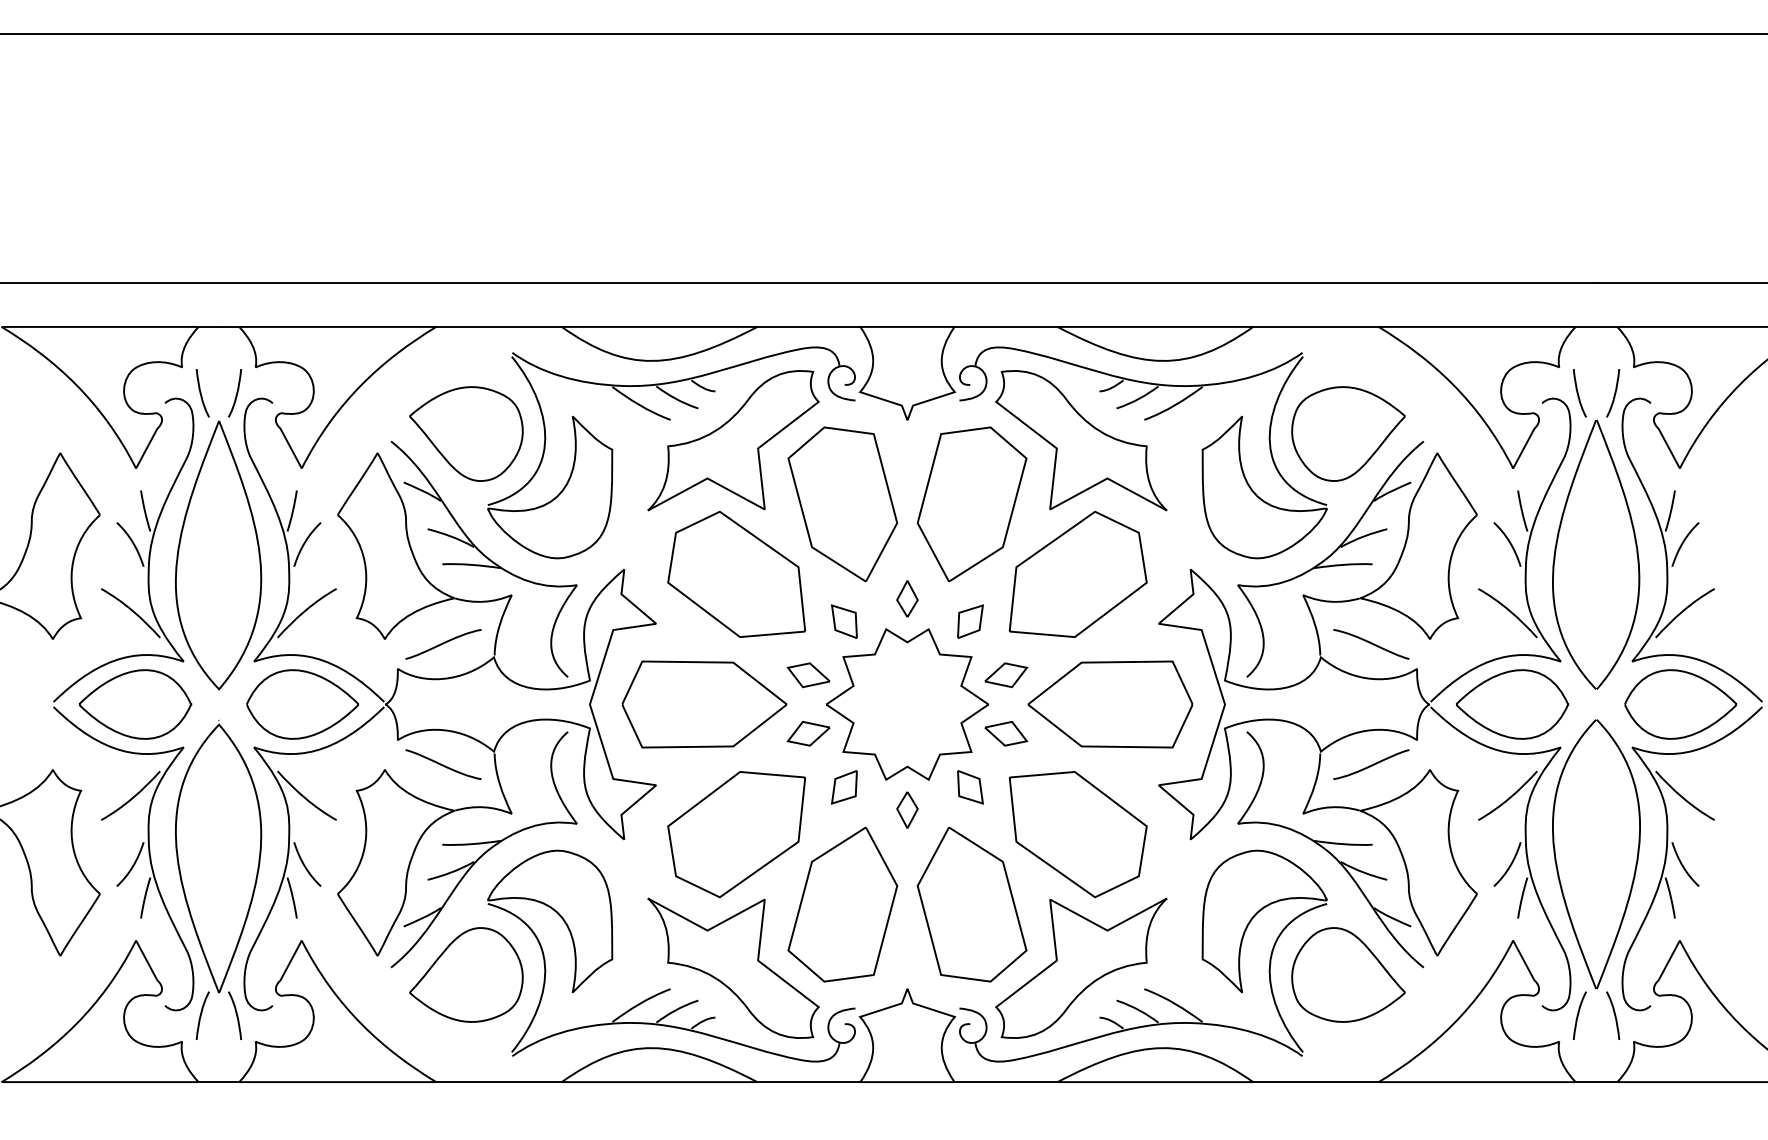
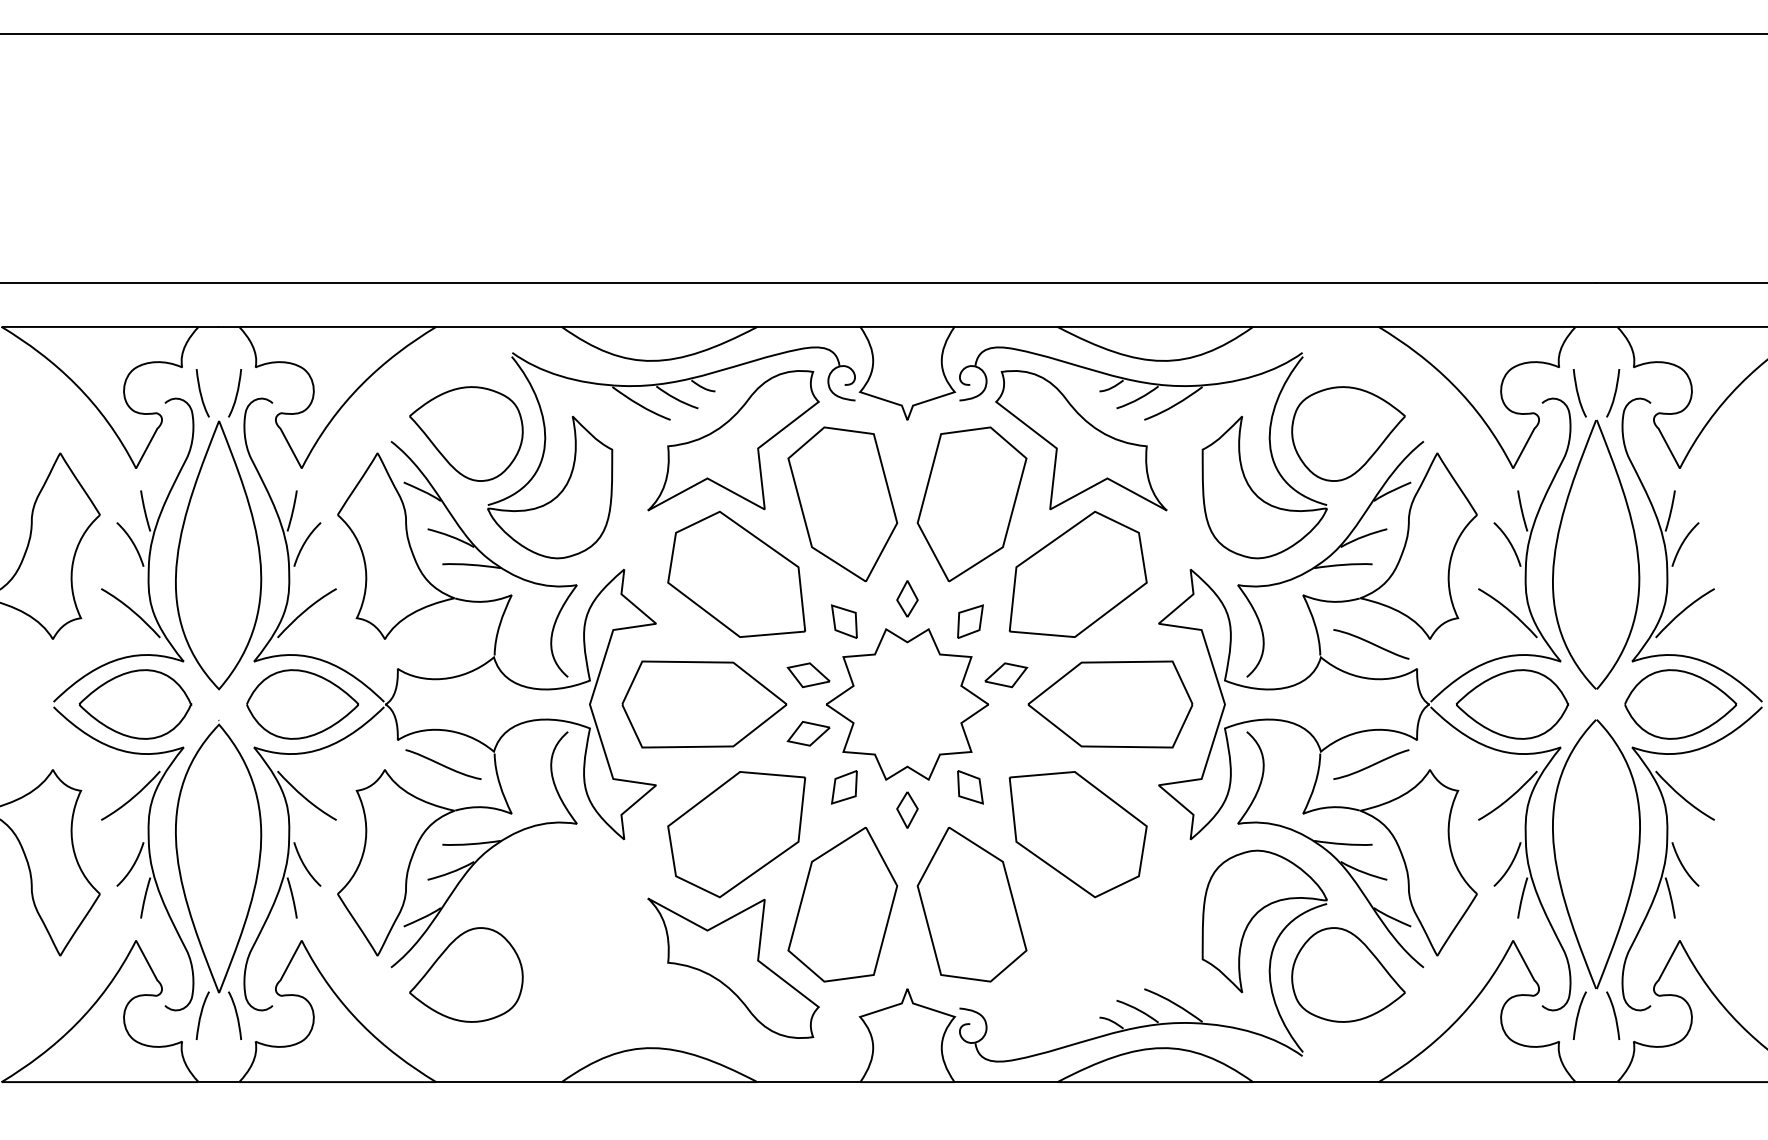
curve at (443, 644): present -> none
part at (1006, 733): present -> none
part at (1081, 967): present -> none
part at (670, 988): present -> none
